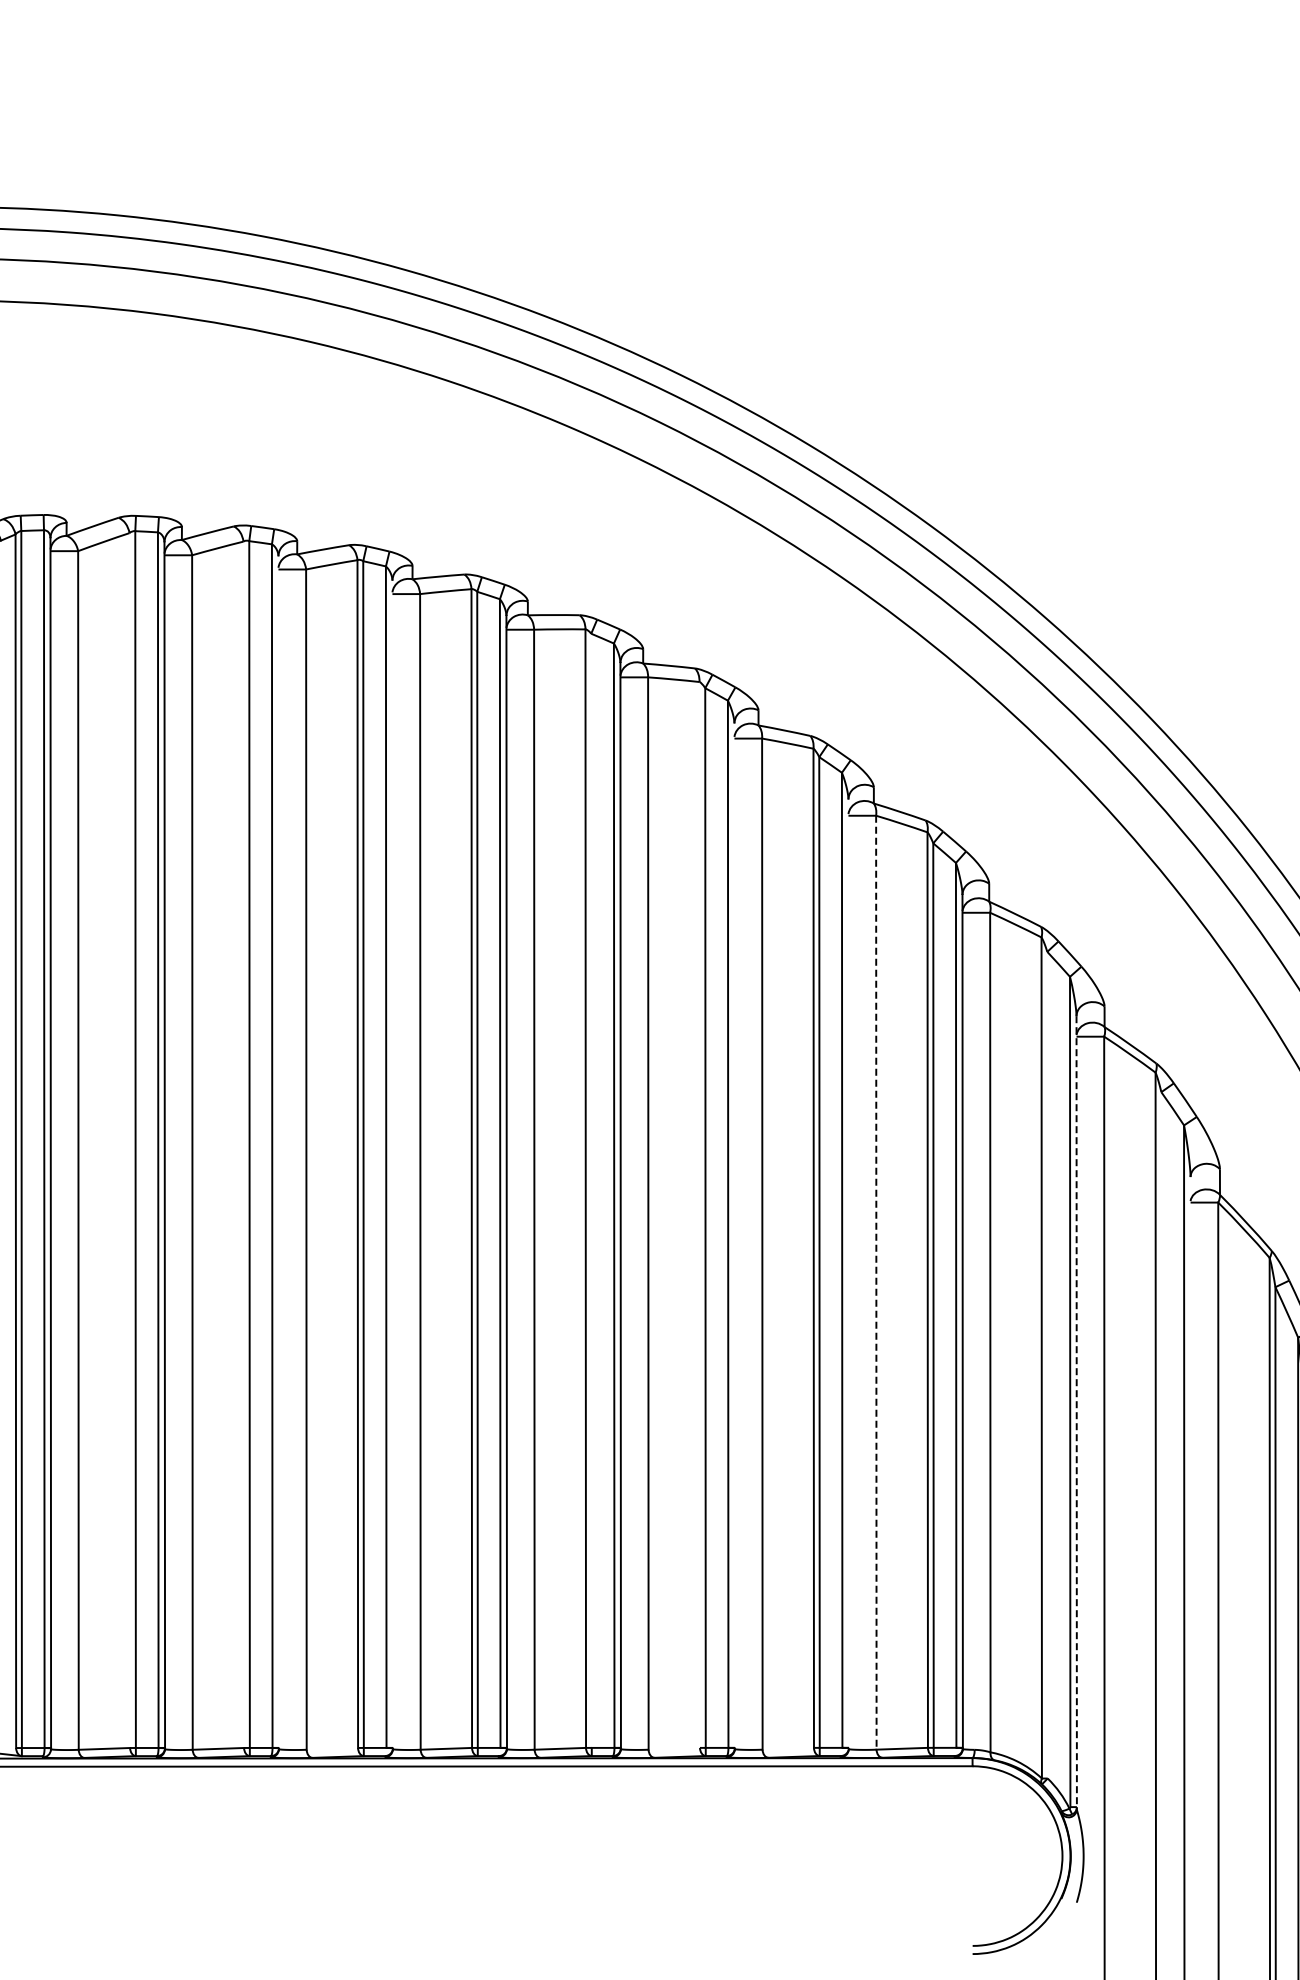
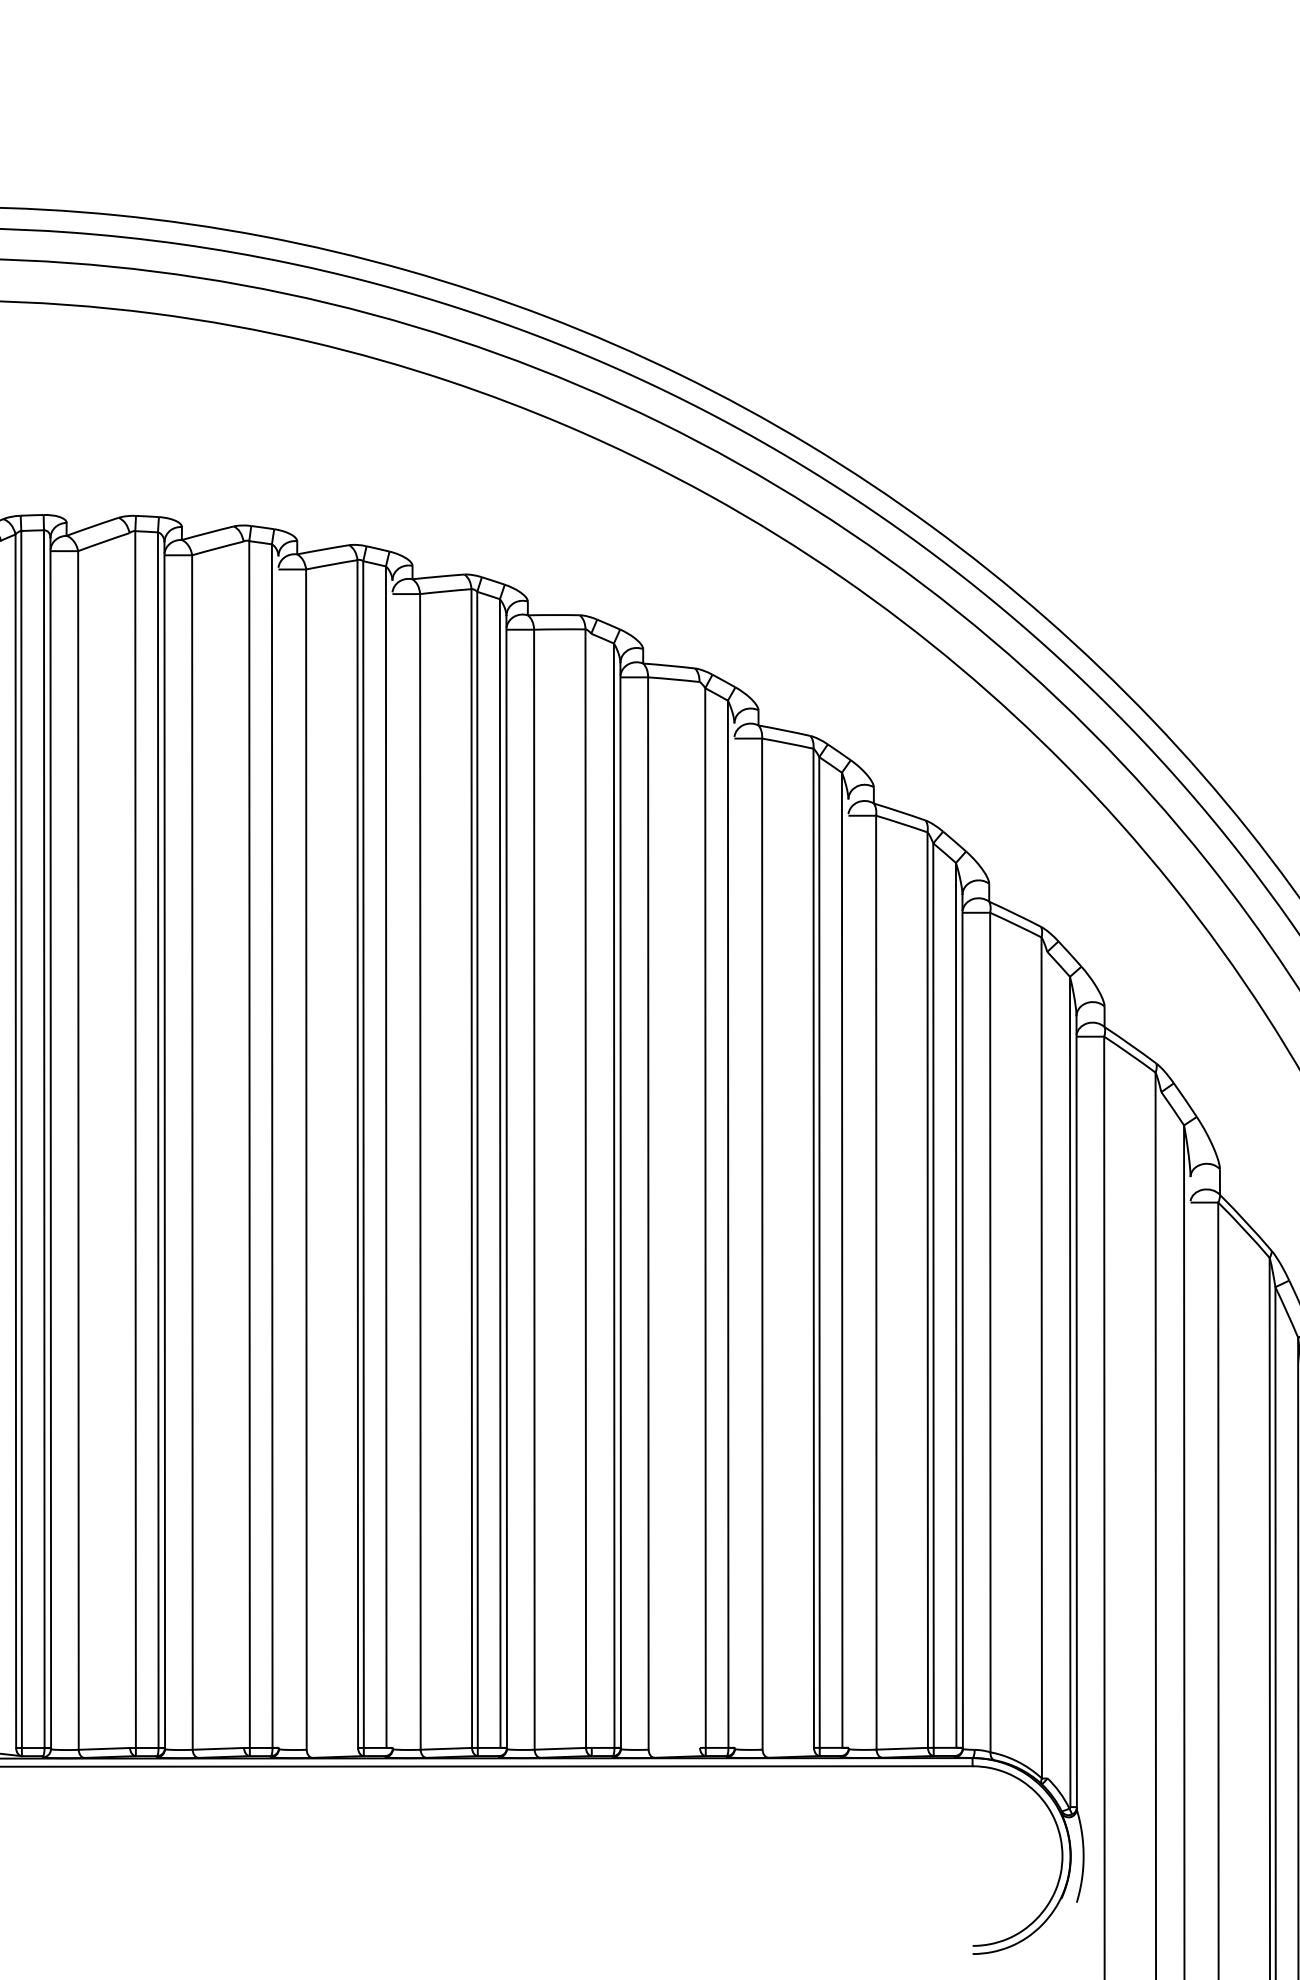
line at (876, 1282): dashed -> solid
line at (1076, 1412): dashed -> solid
